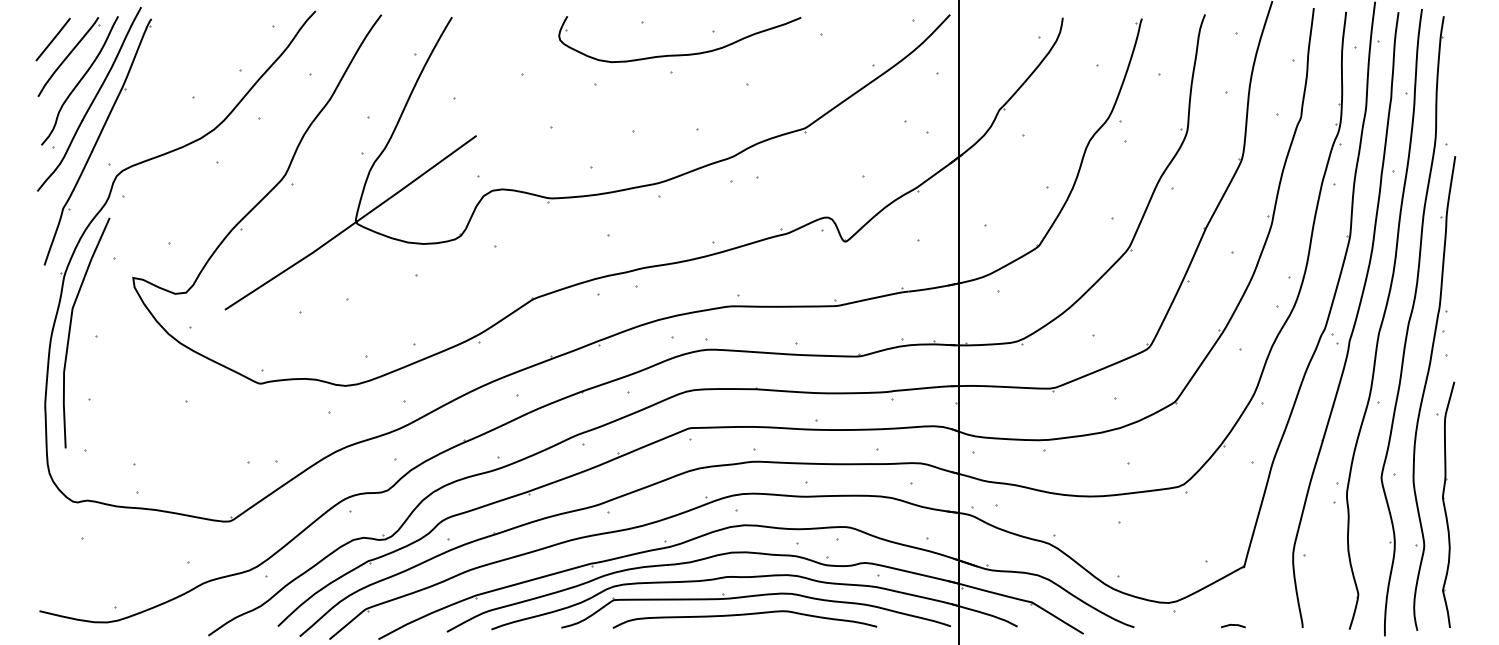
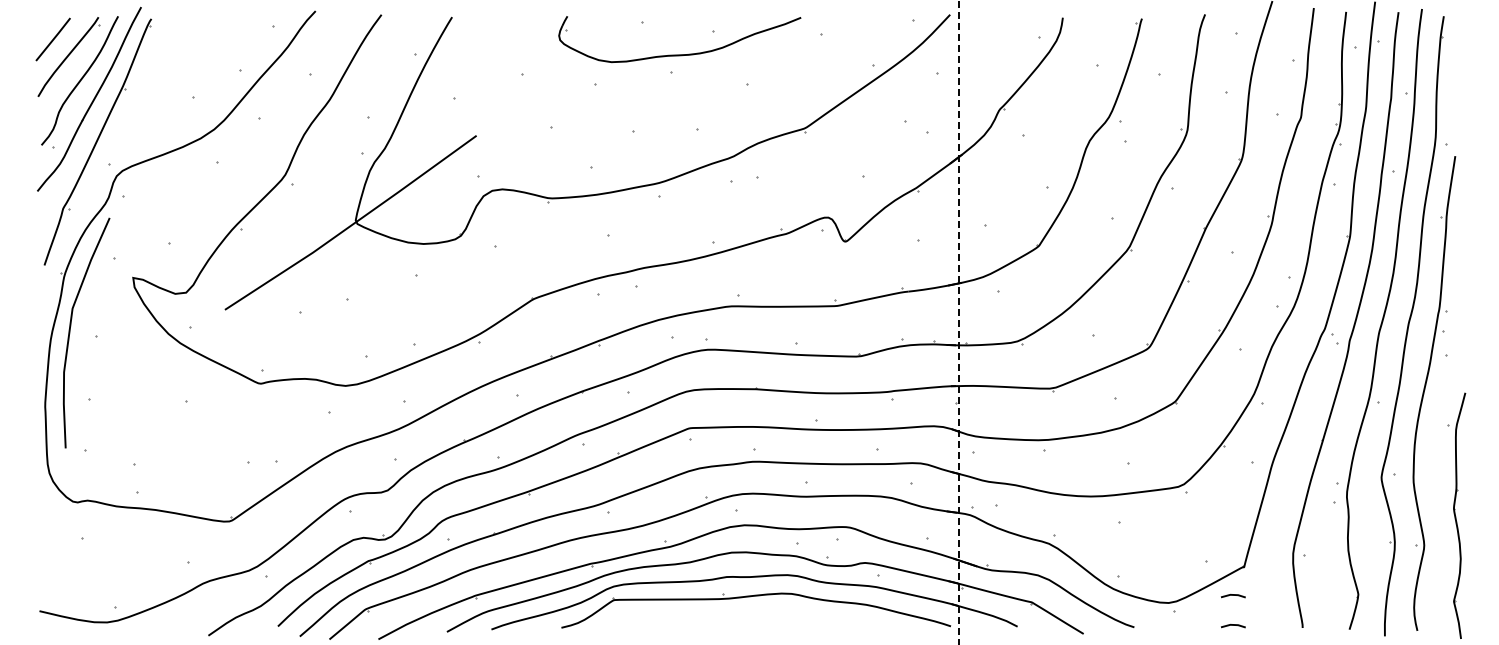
line at (959, 321): solid -> dashed
part at (1445, 504) position: (1445, 504) -> (1456, 515)
line at (1233, 595): none -> present
curve at (744, 615): present -> none
